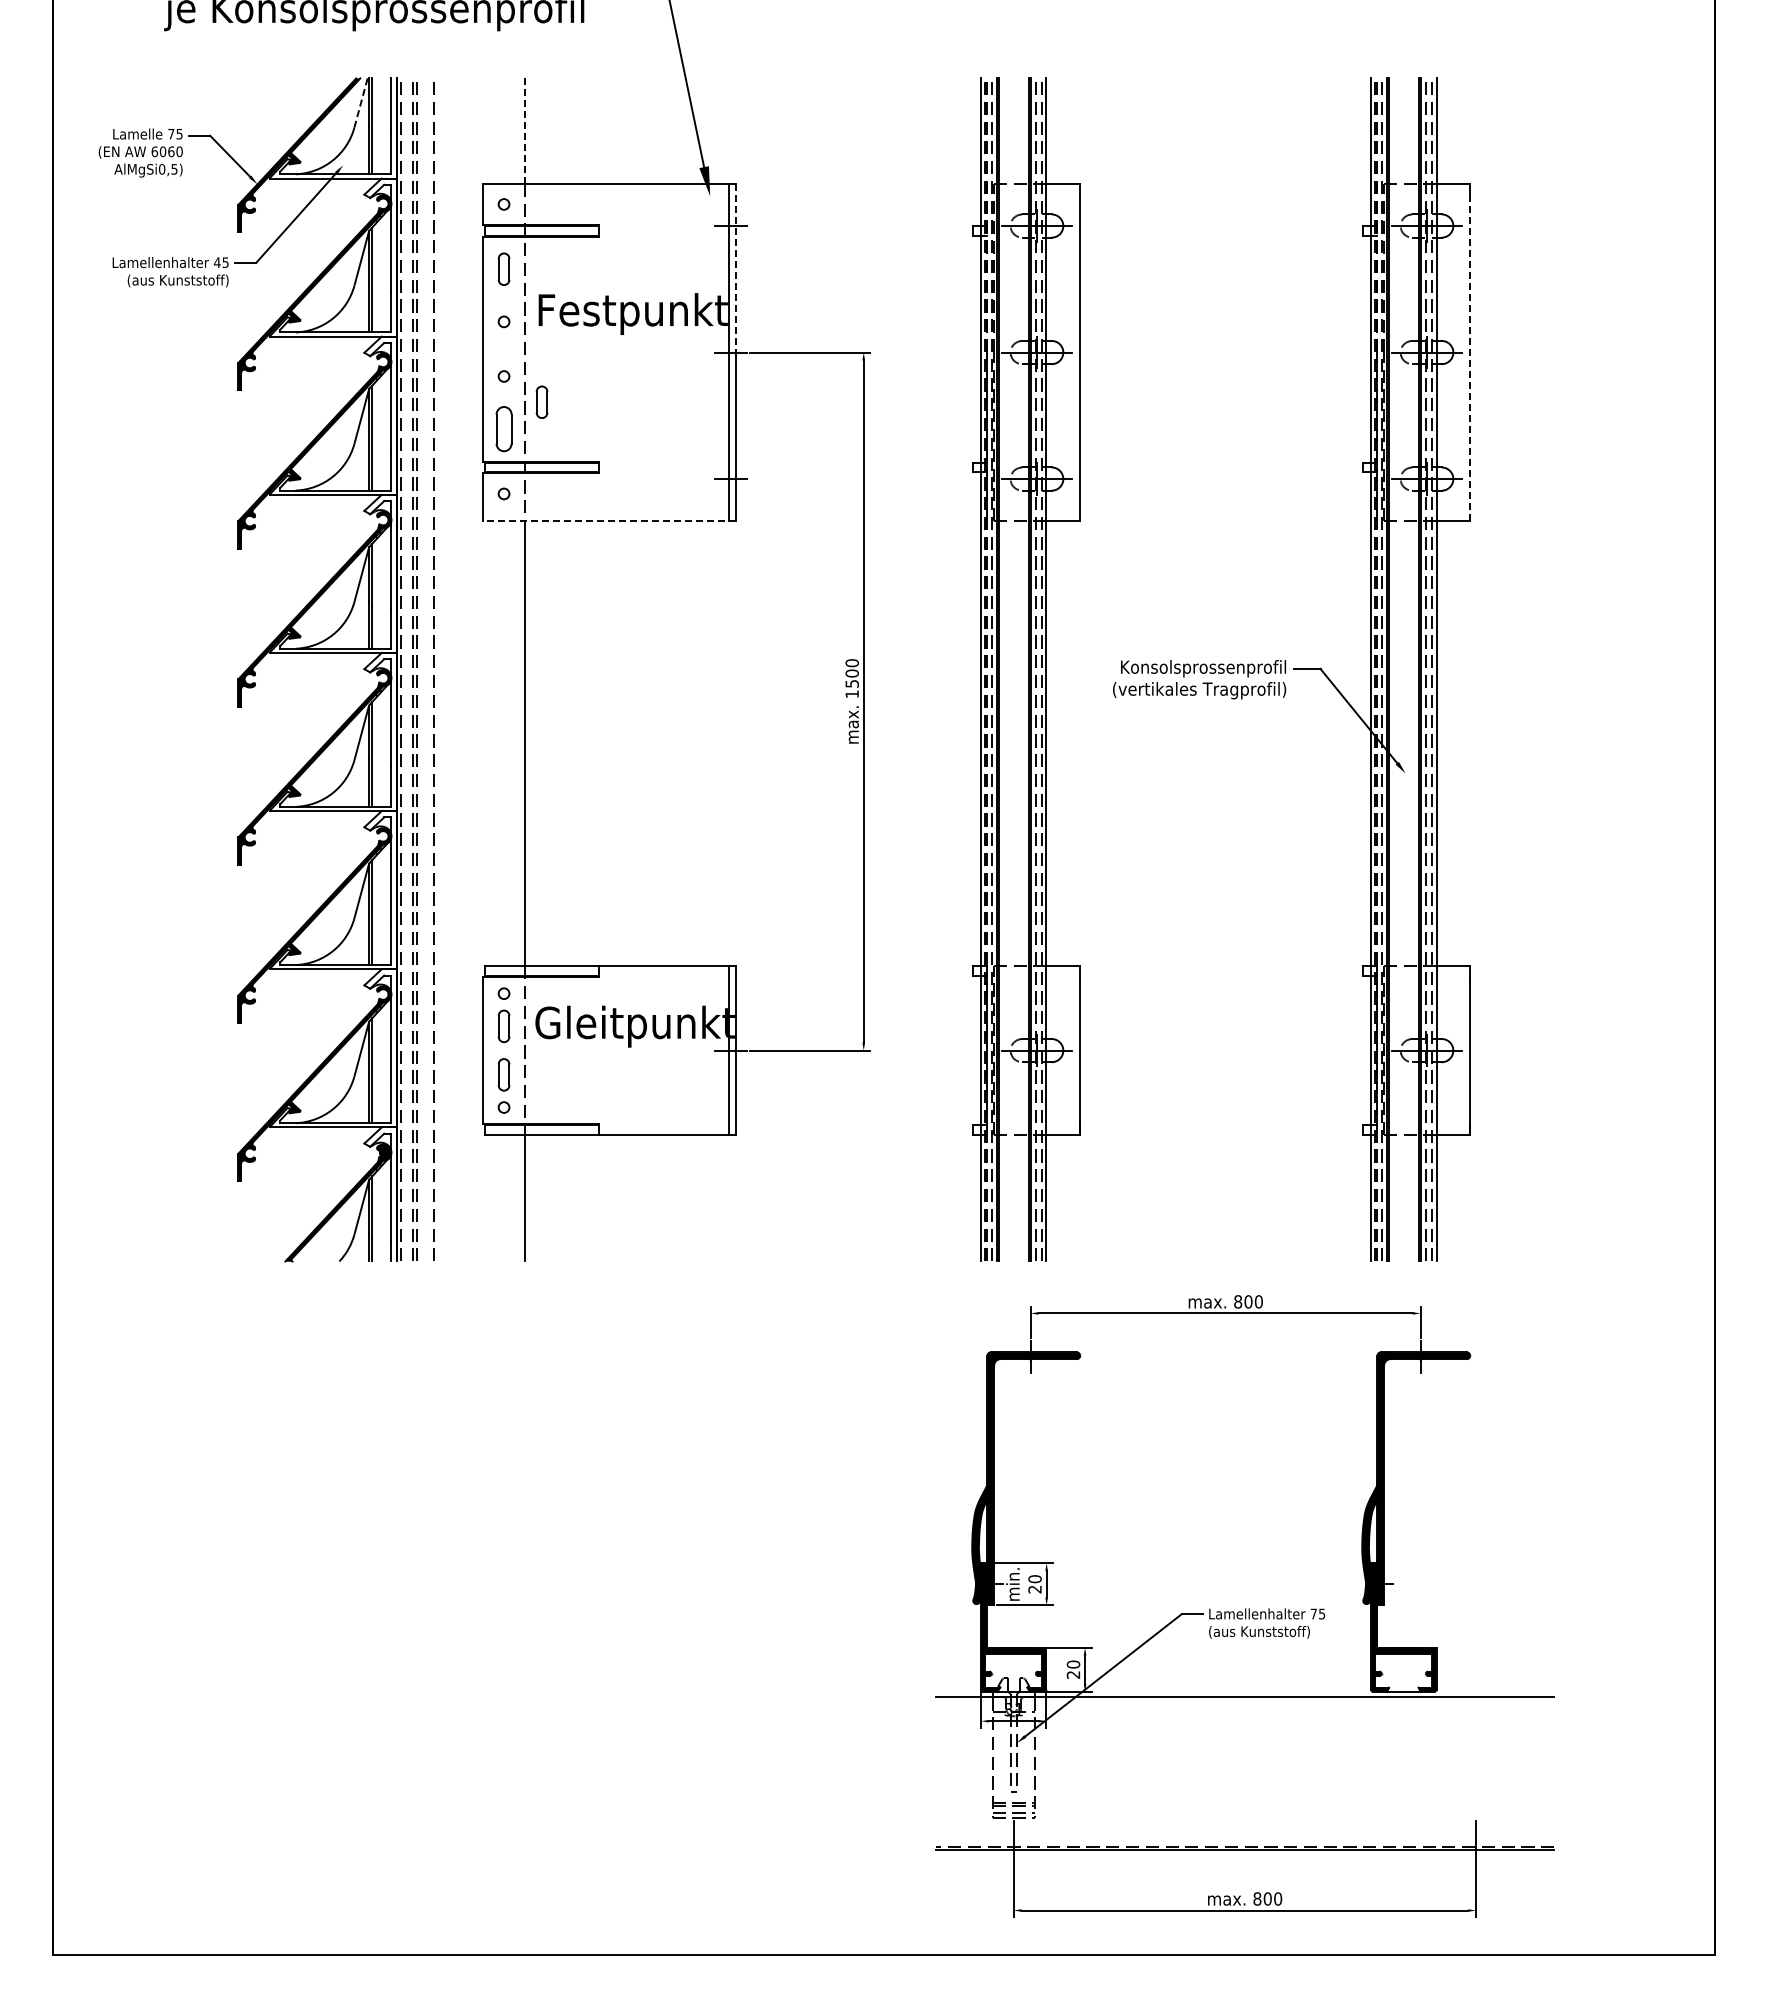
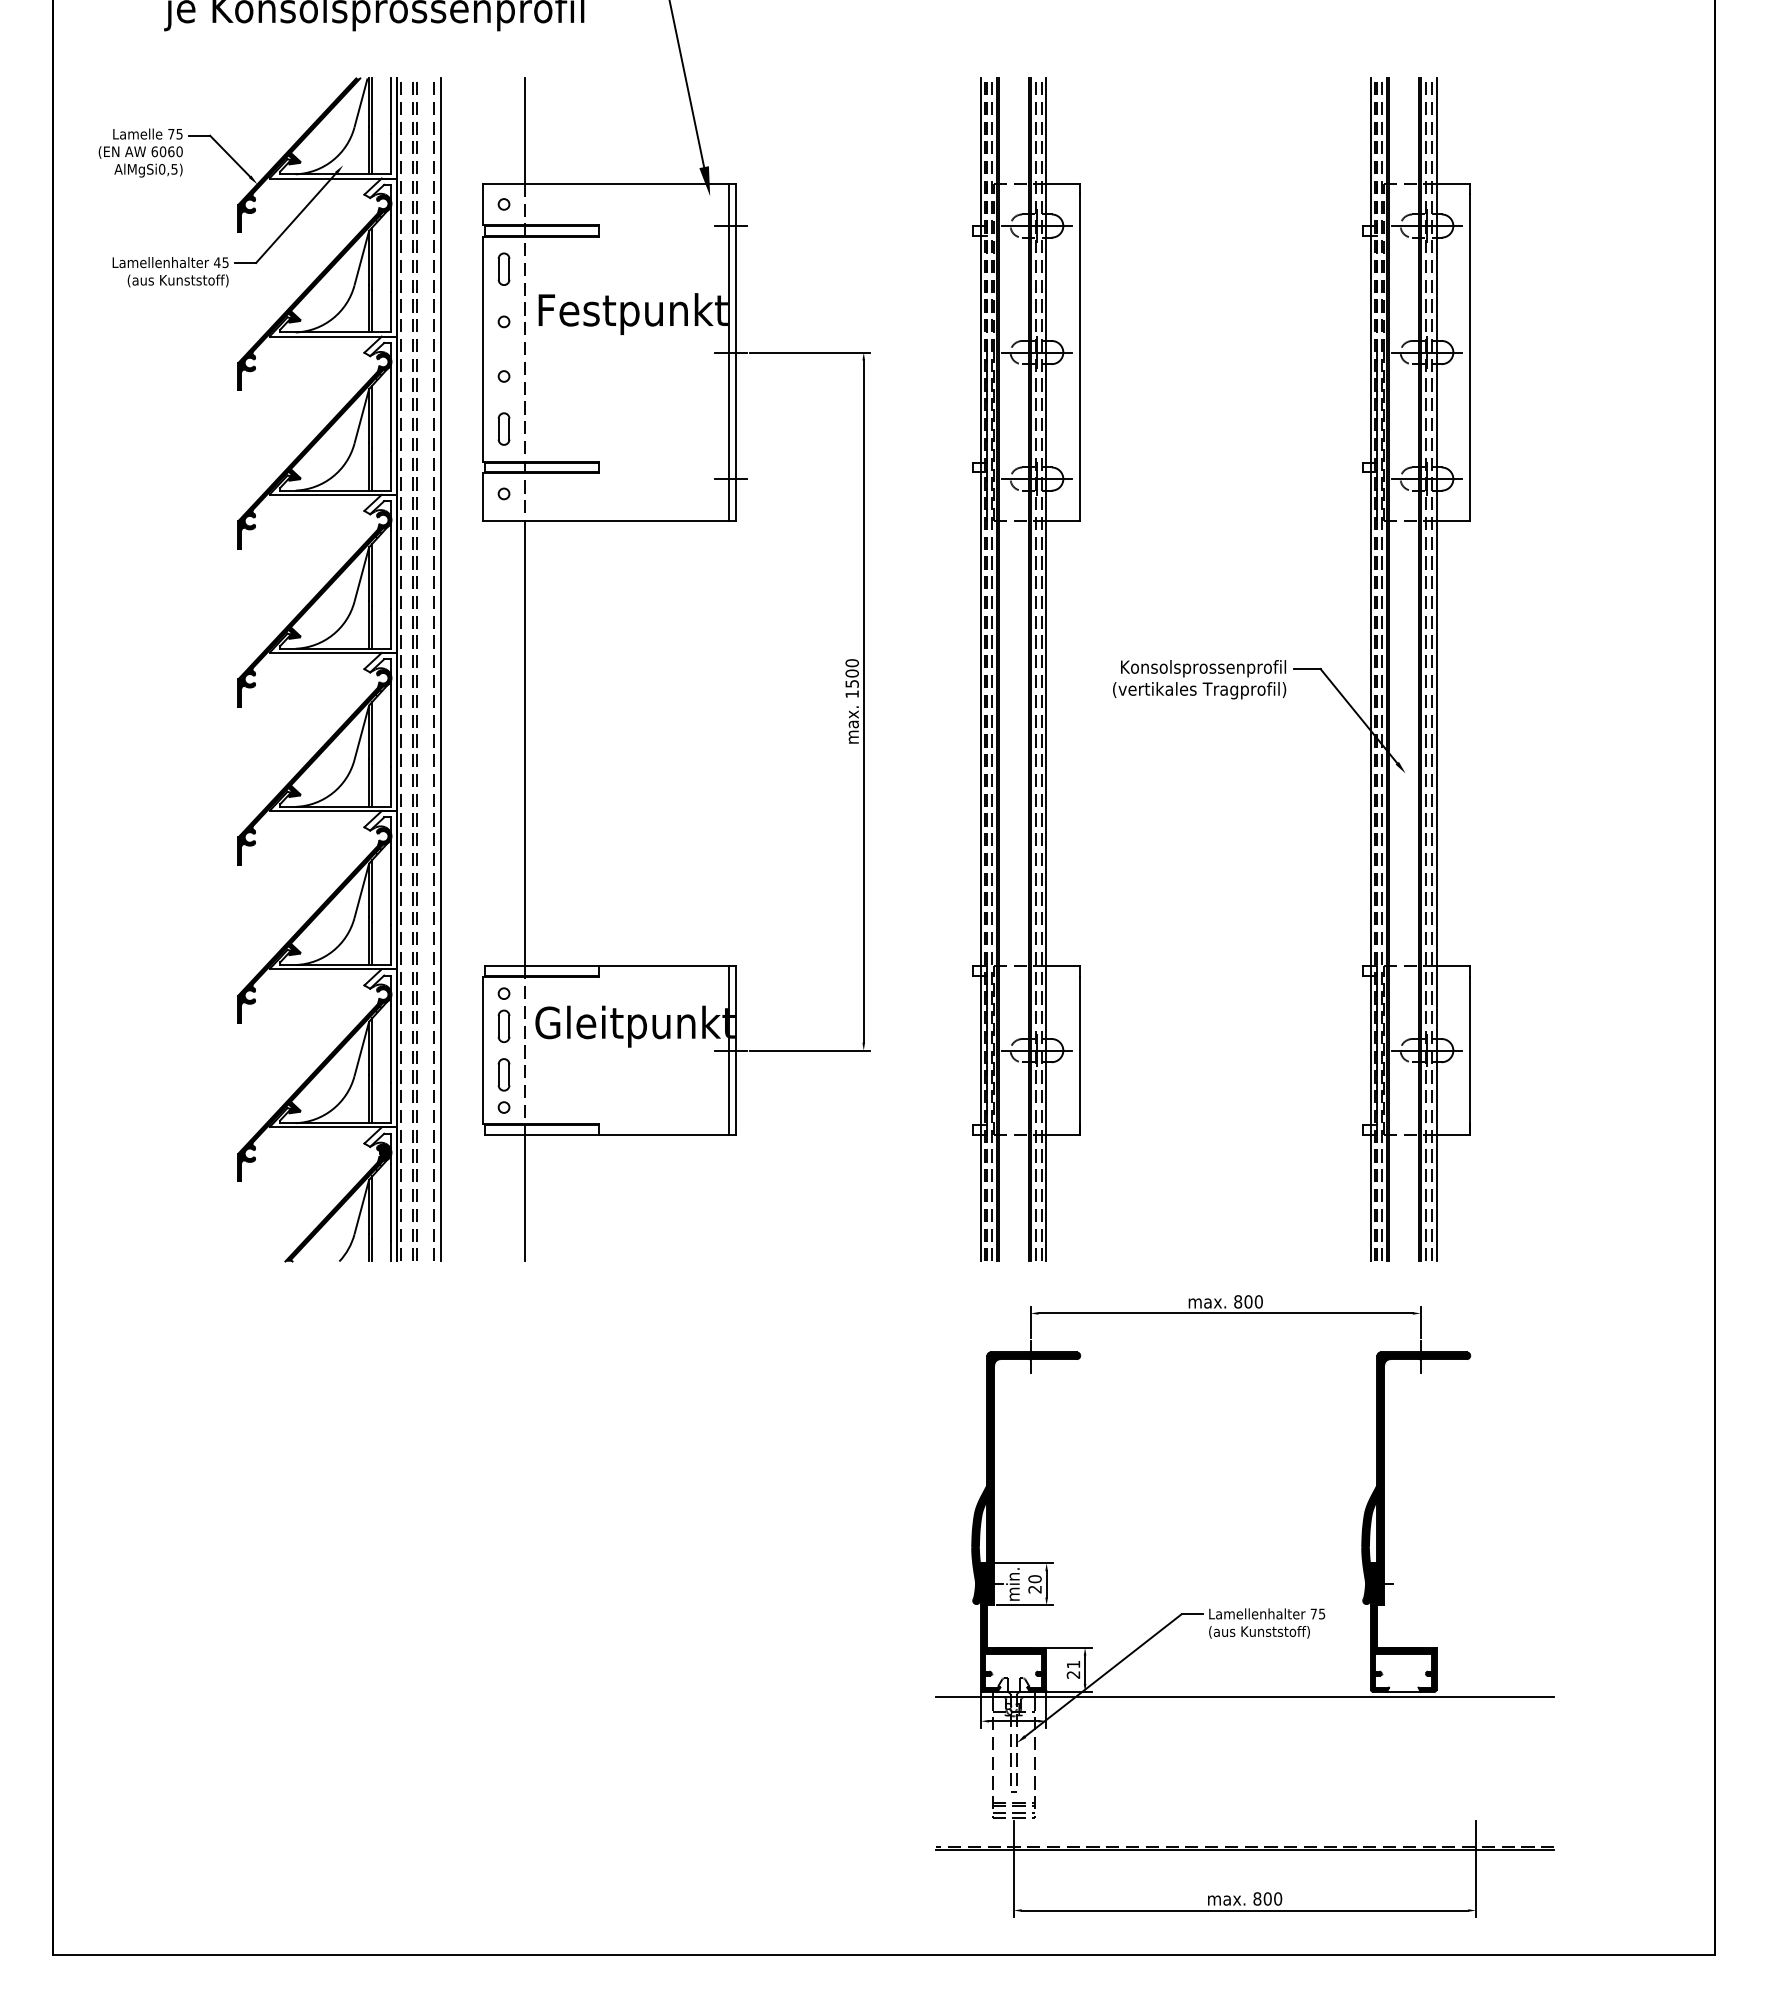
line at (360, 103): dashed -> solid
line at (525, 131): dashed -> solid
line at (736, 268): dashed -> solid
line at (1470, 357): dashed -> solid
part at (541, 401): present -> none
part at (503, 429) size: 18x47 px -> 14x34 px
line at (609, 521): dashed -> solid
line at (440, 669): none -> present
text at (1073, 1664): 20 -> 21
